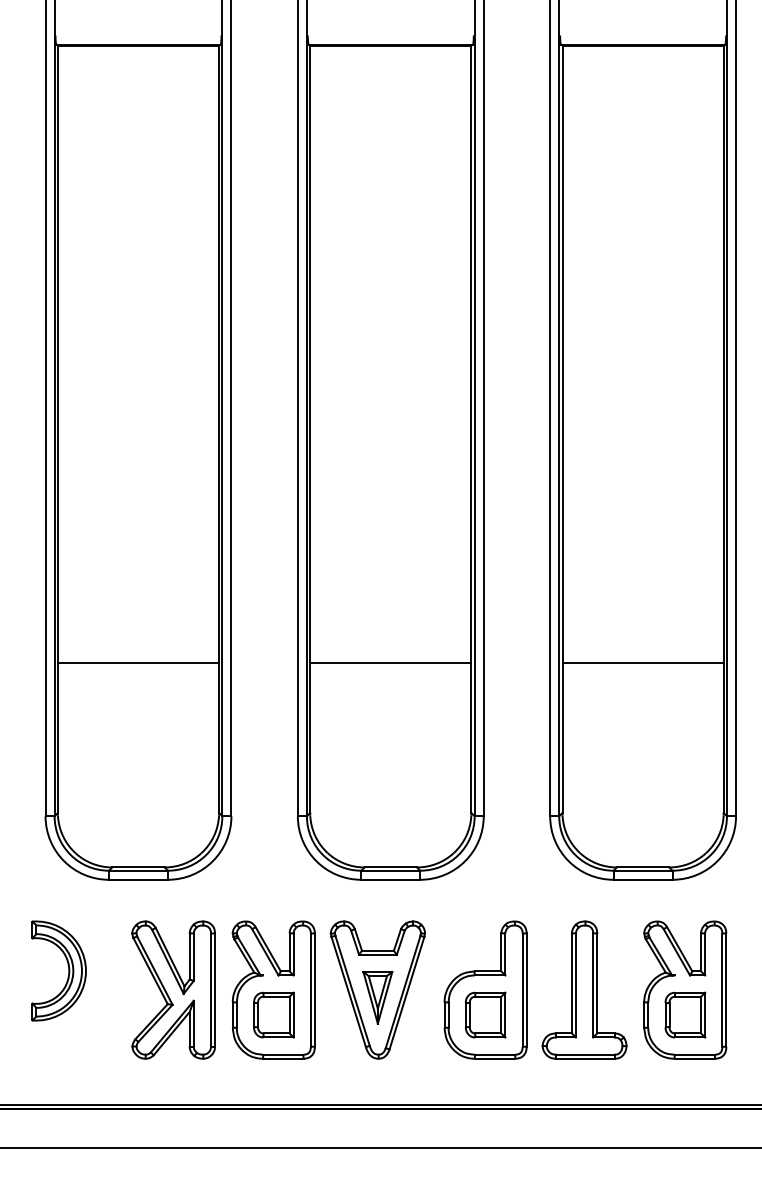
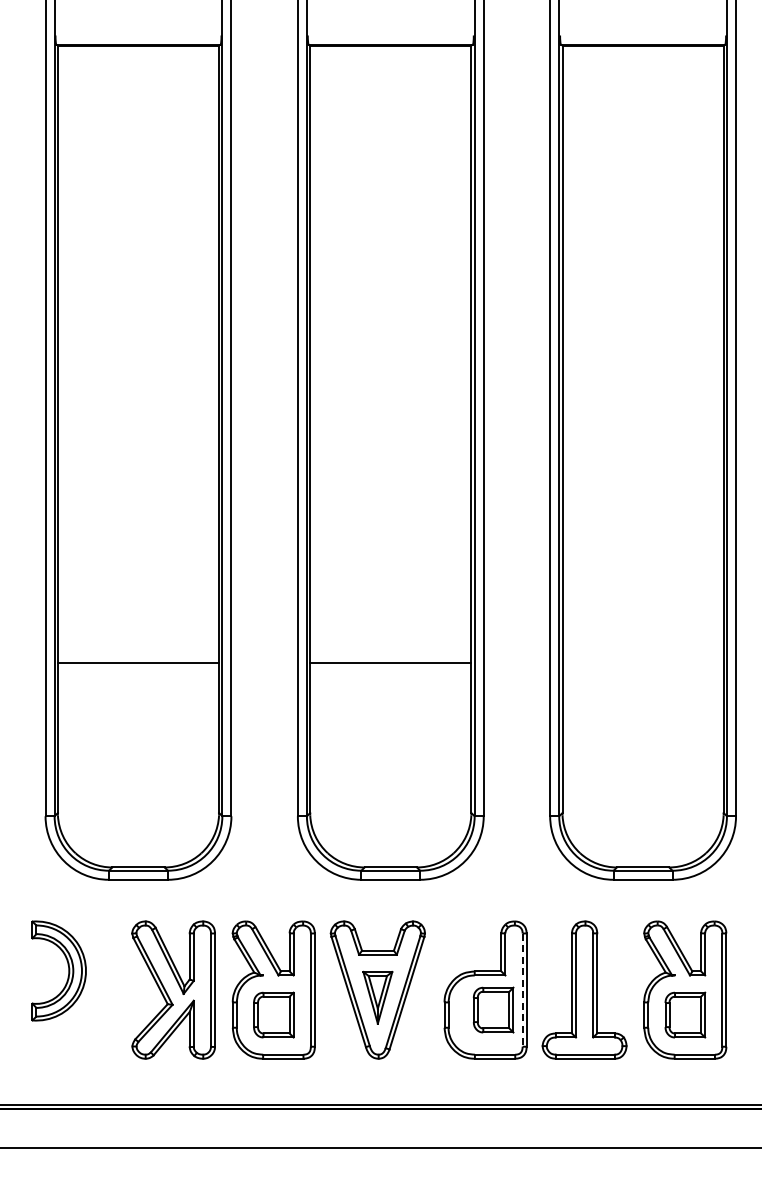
line at (642, 662): present -> none
line at (522, 990): solid -> dashed
part at (485, 1014) position: (485, 1014) -> (493, 1009)
